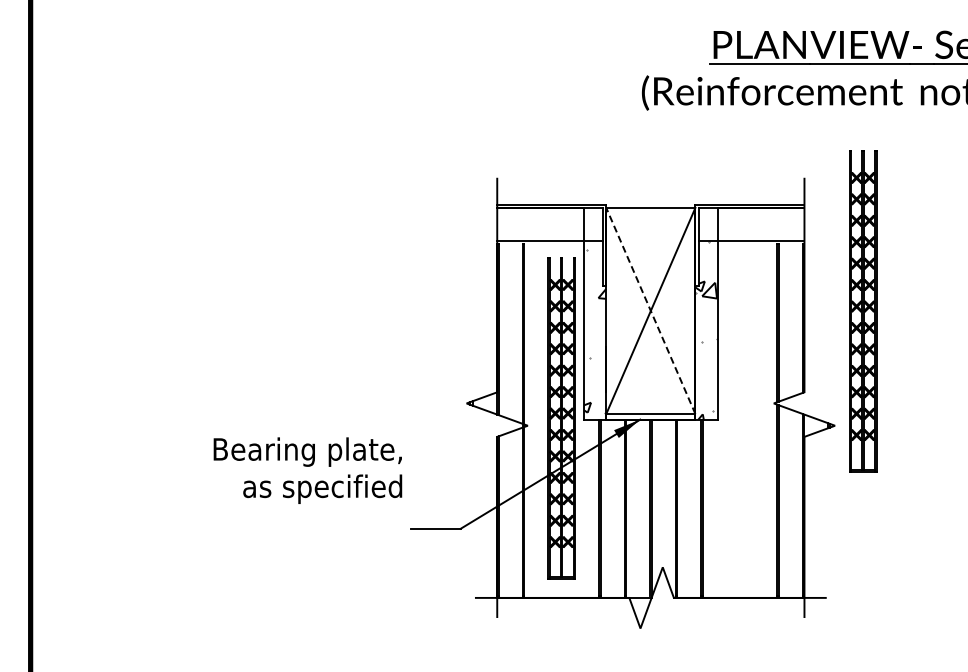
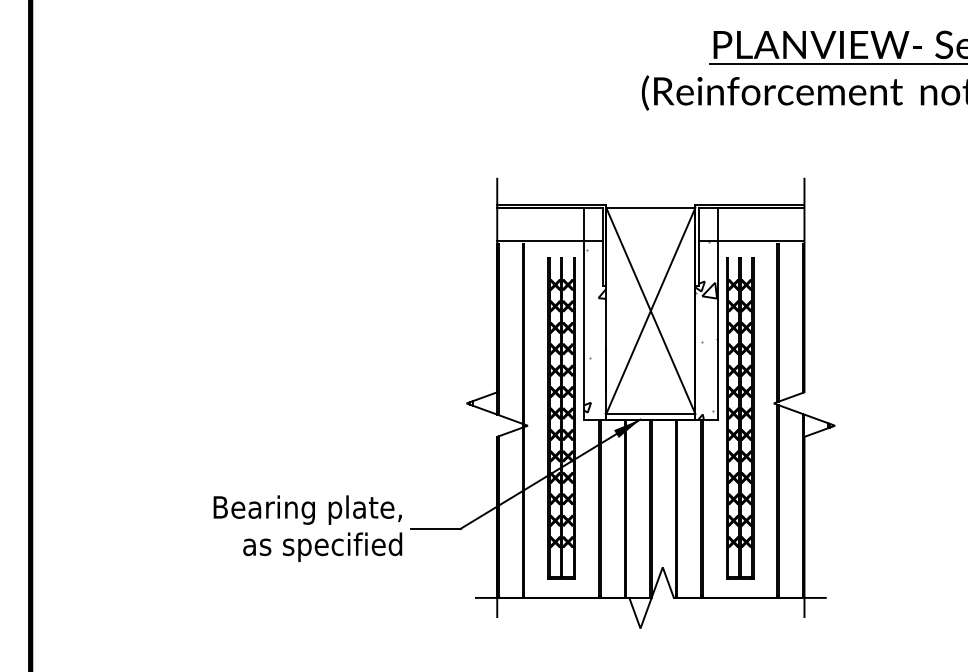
line at (650, 310): dashed -> solid
part at (863, 311) position: (863, 311) -> (740, 418)
text at (307, 470) position: (307, 470) -> (307, 528)
